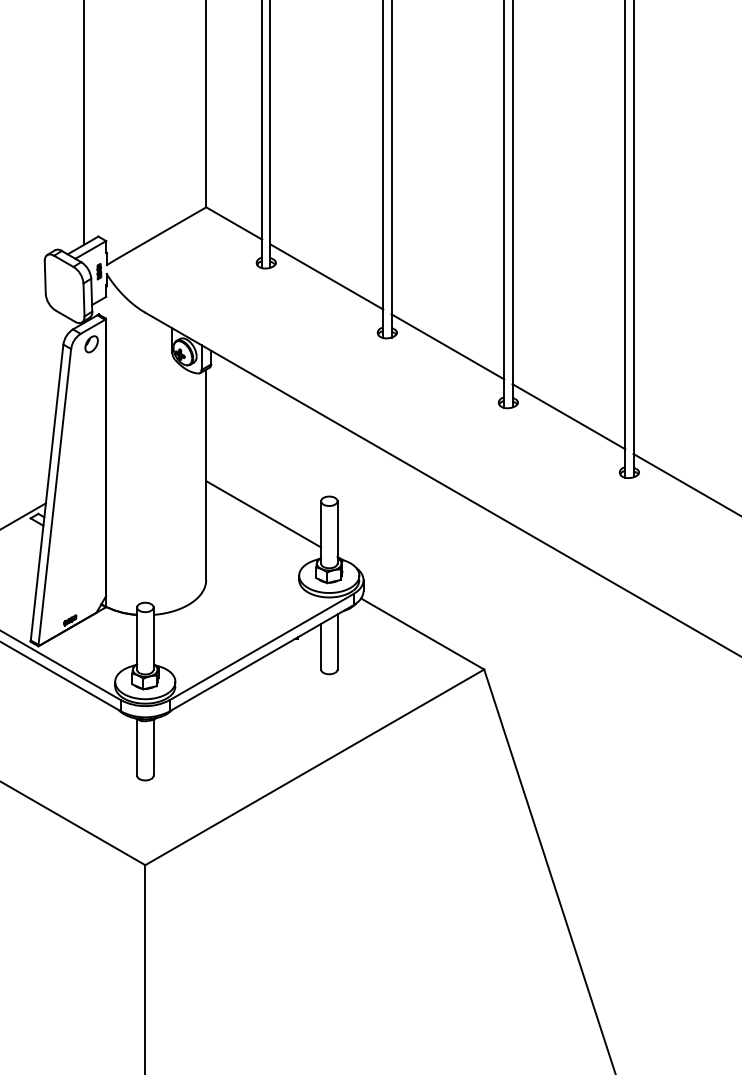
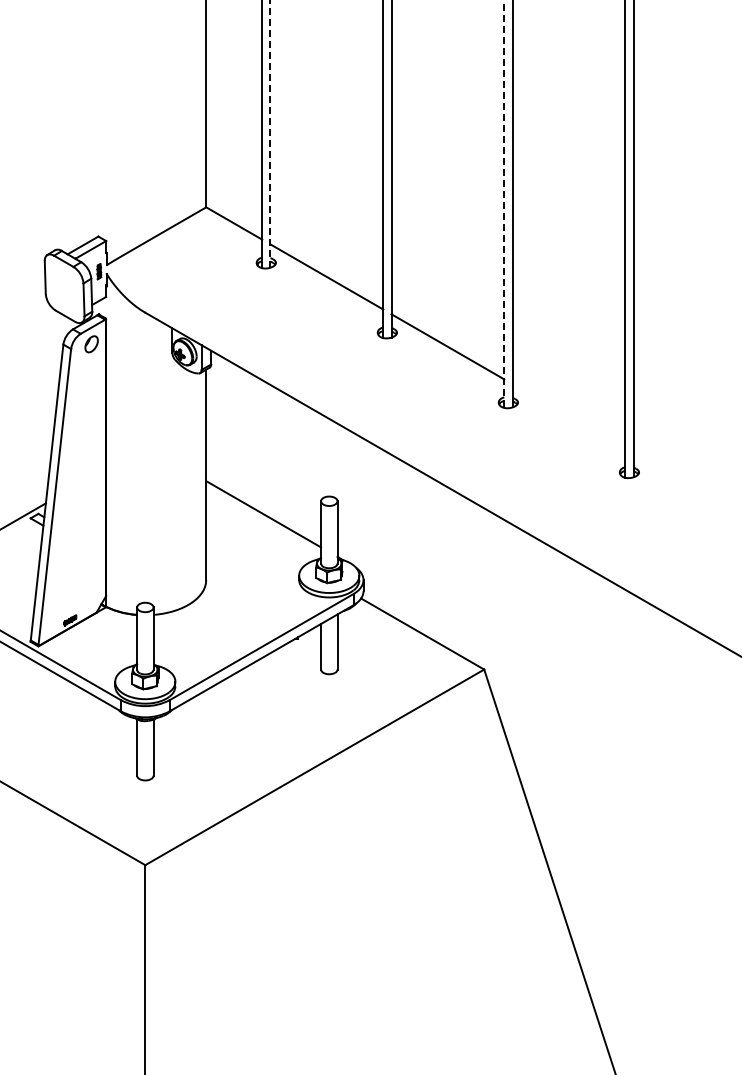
line at (84, 123): present -> none
line at (270, 133): solid -> dashed
line at (504, 204): solid -> dashed
line at (568, 416): present -> none
line at (685, 484): present -> none
